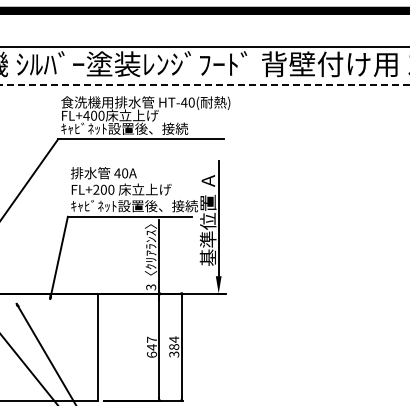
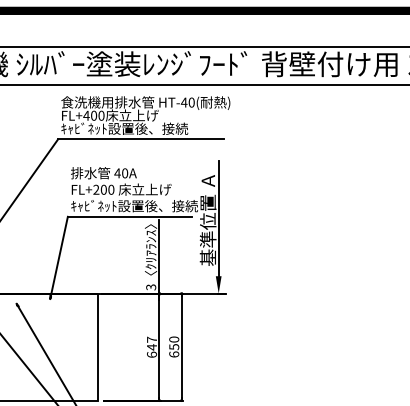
line at (205, 84): dashed -> solid
text at (174, 346): 384 -> 650
